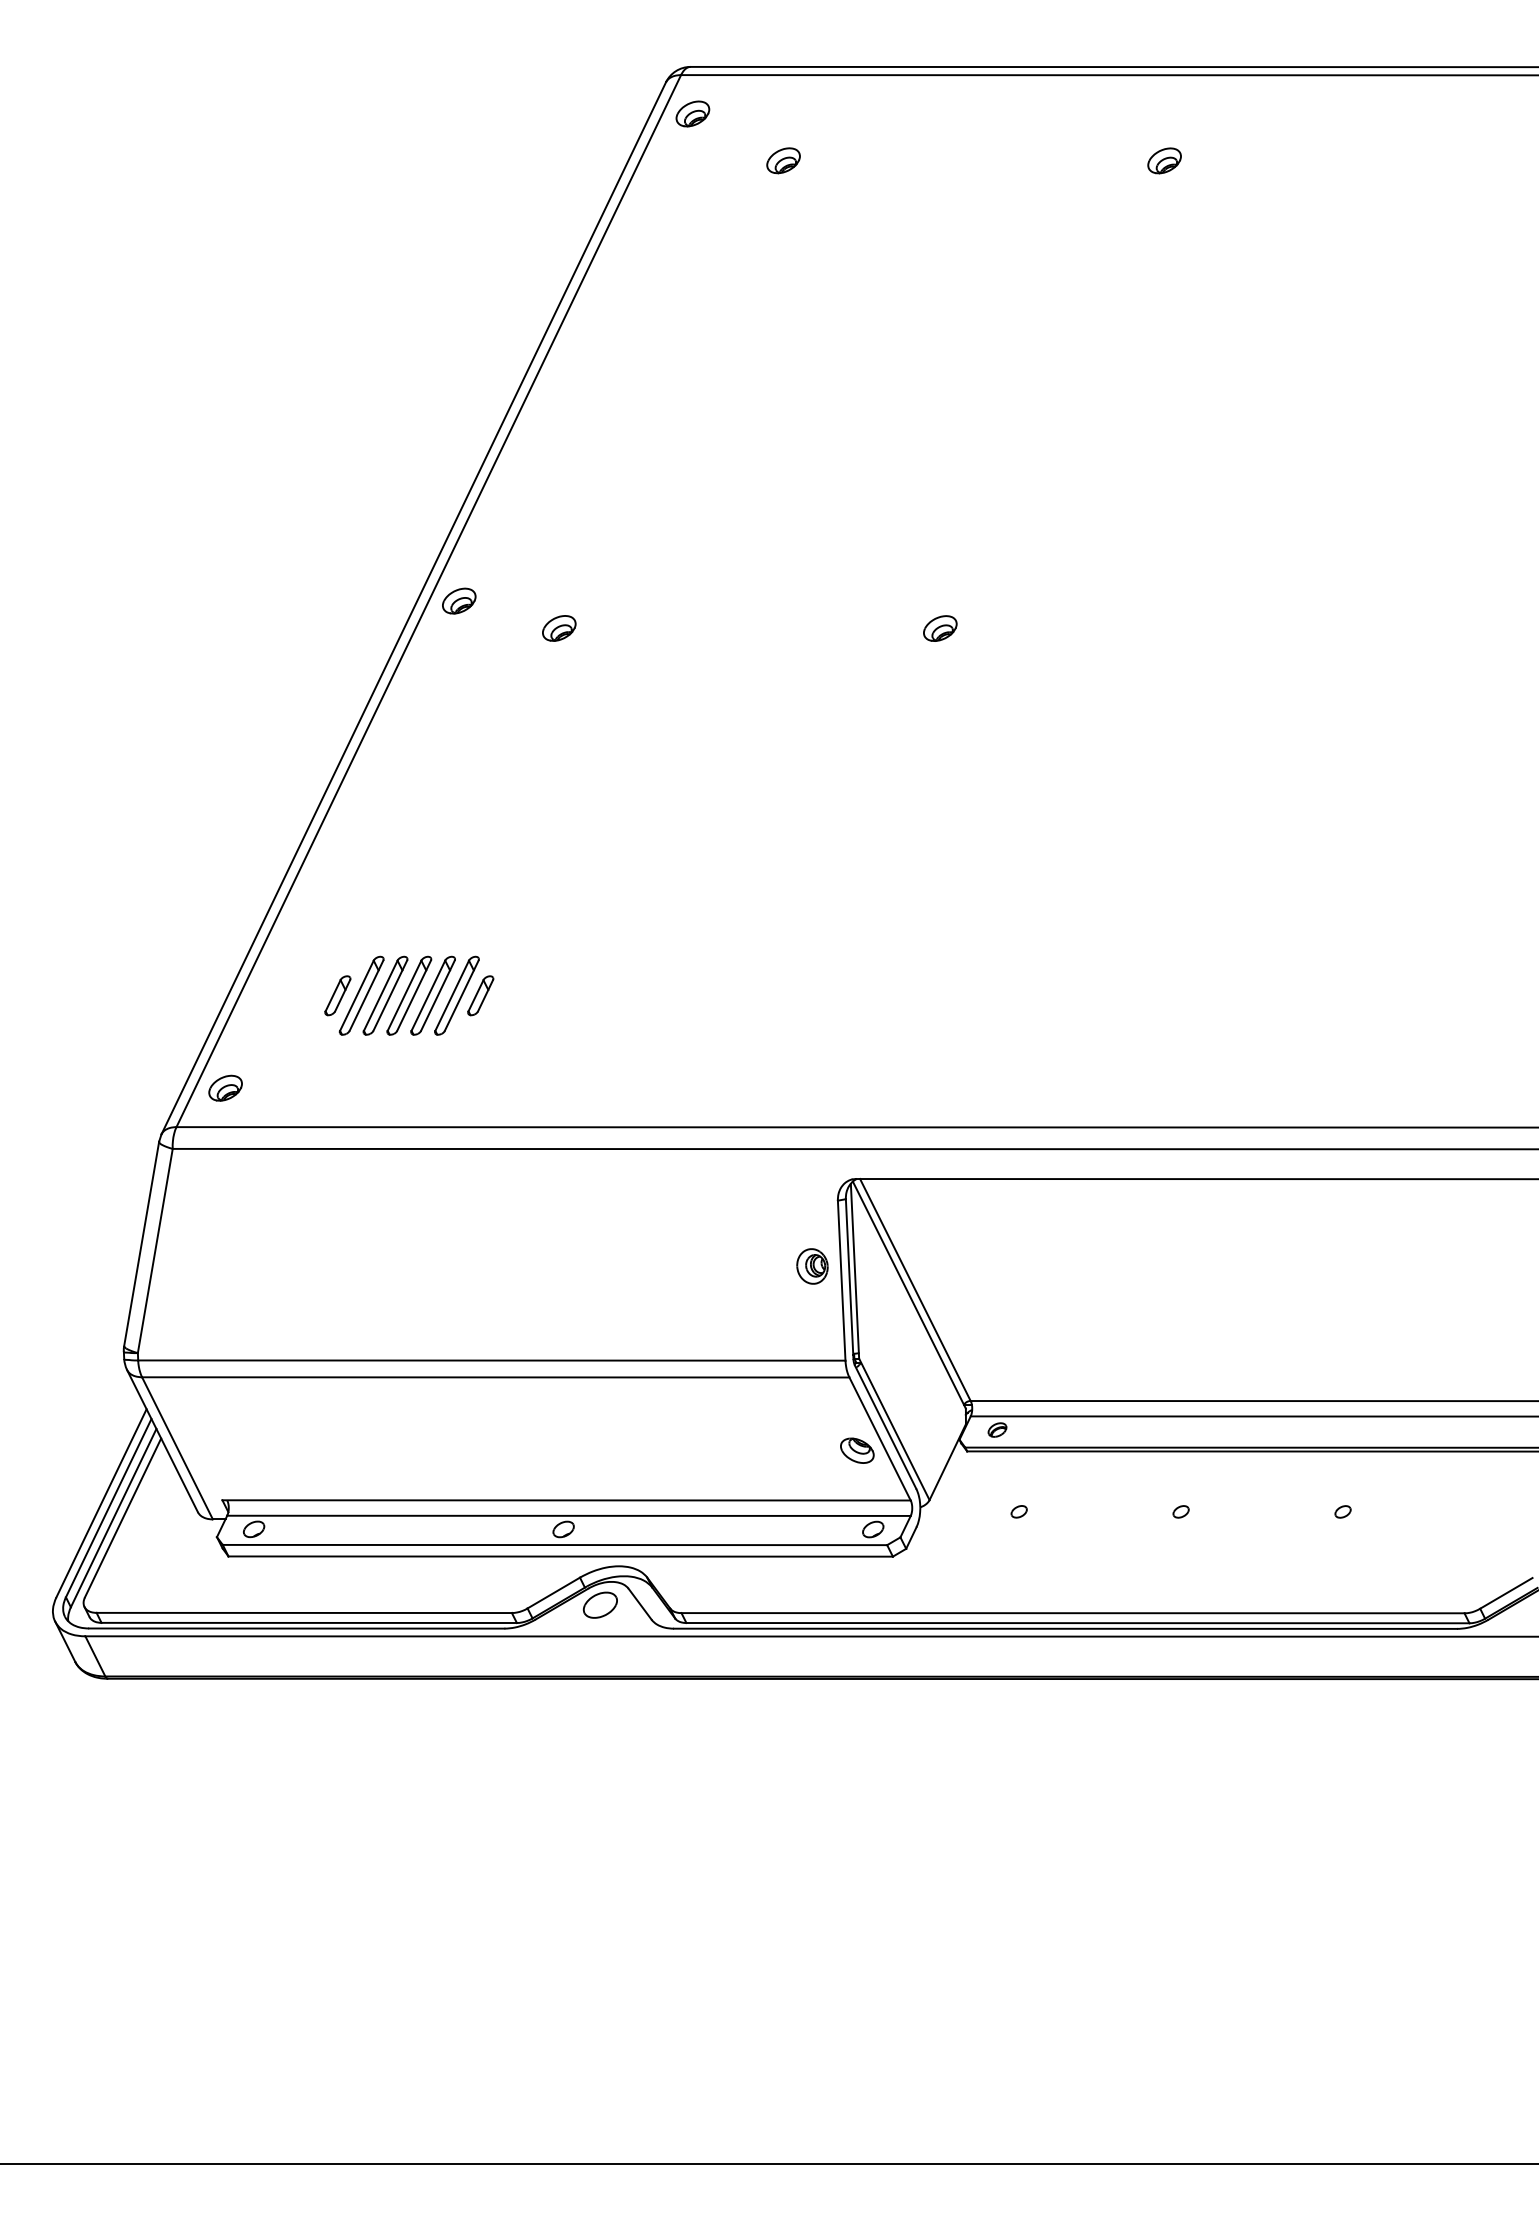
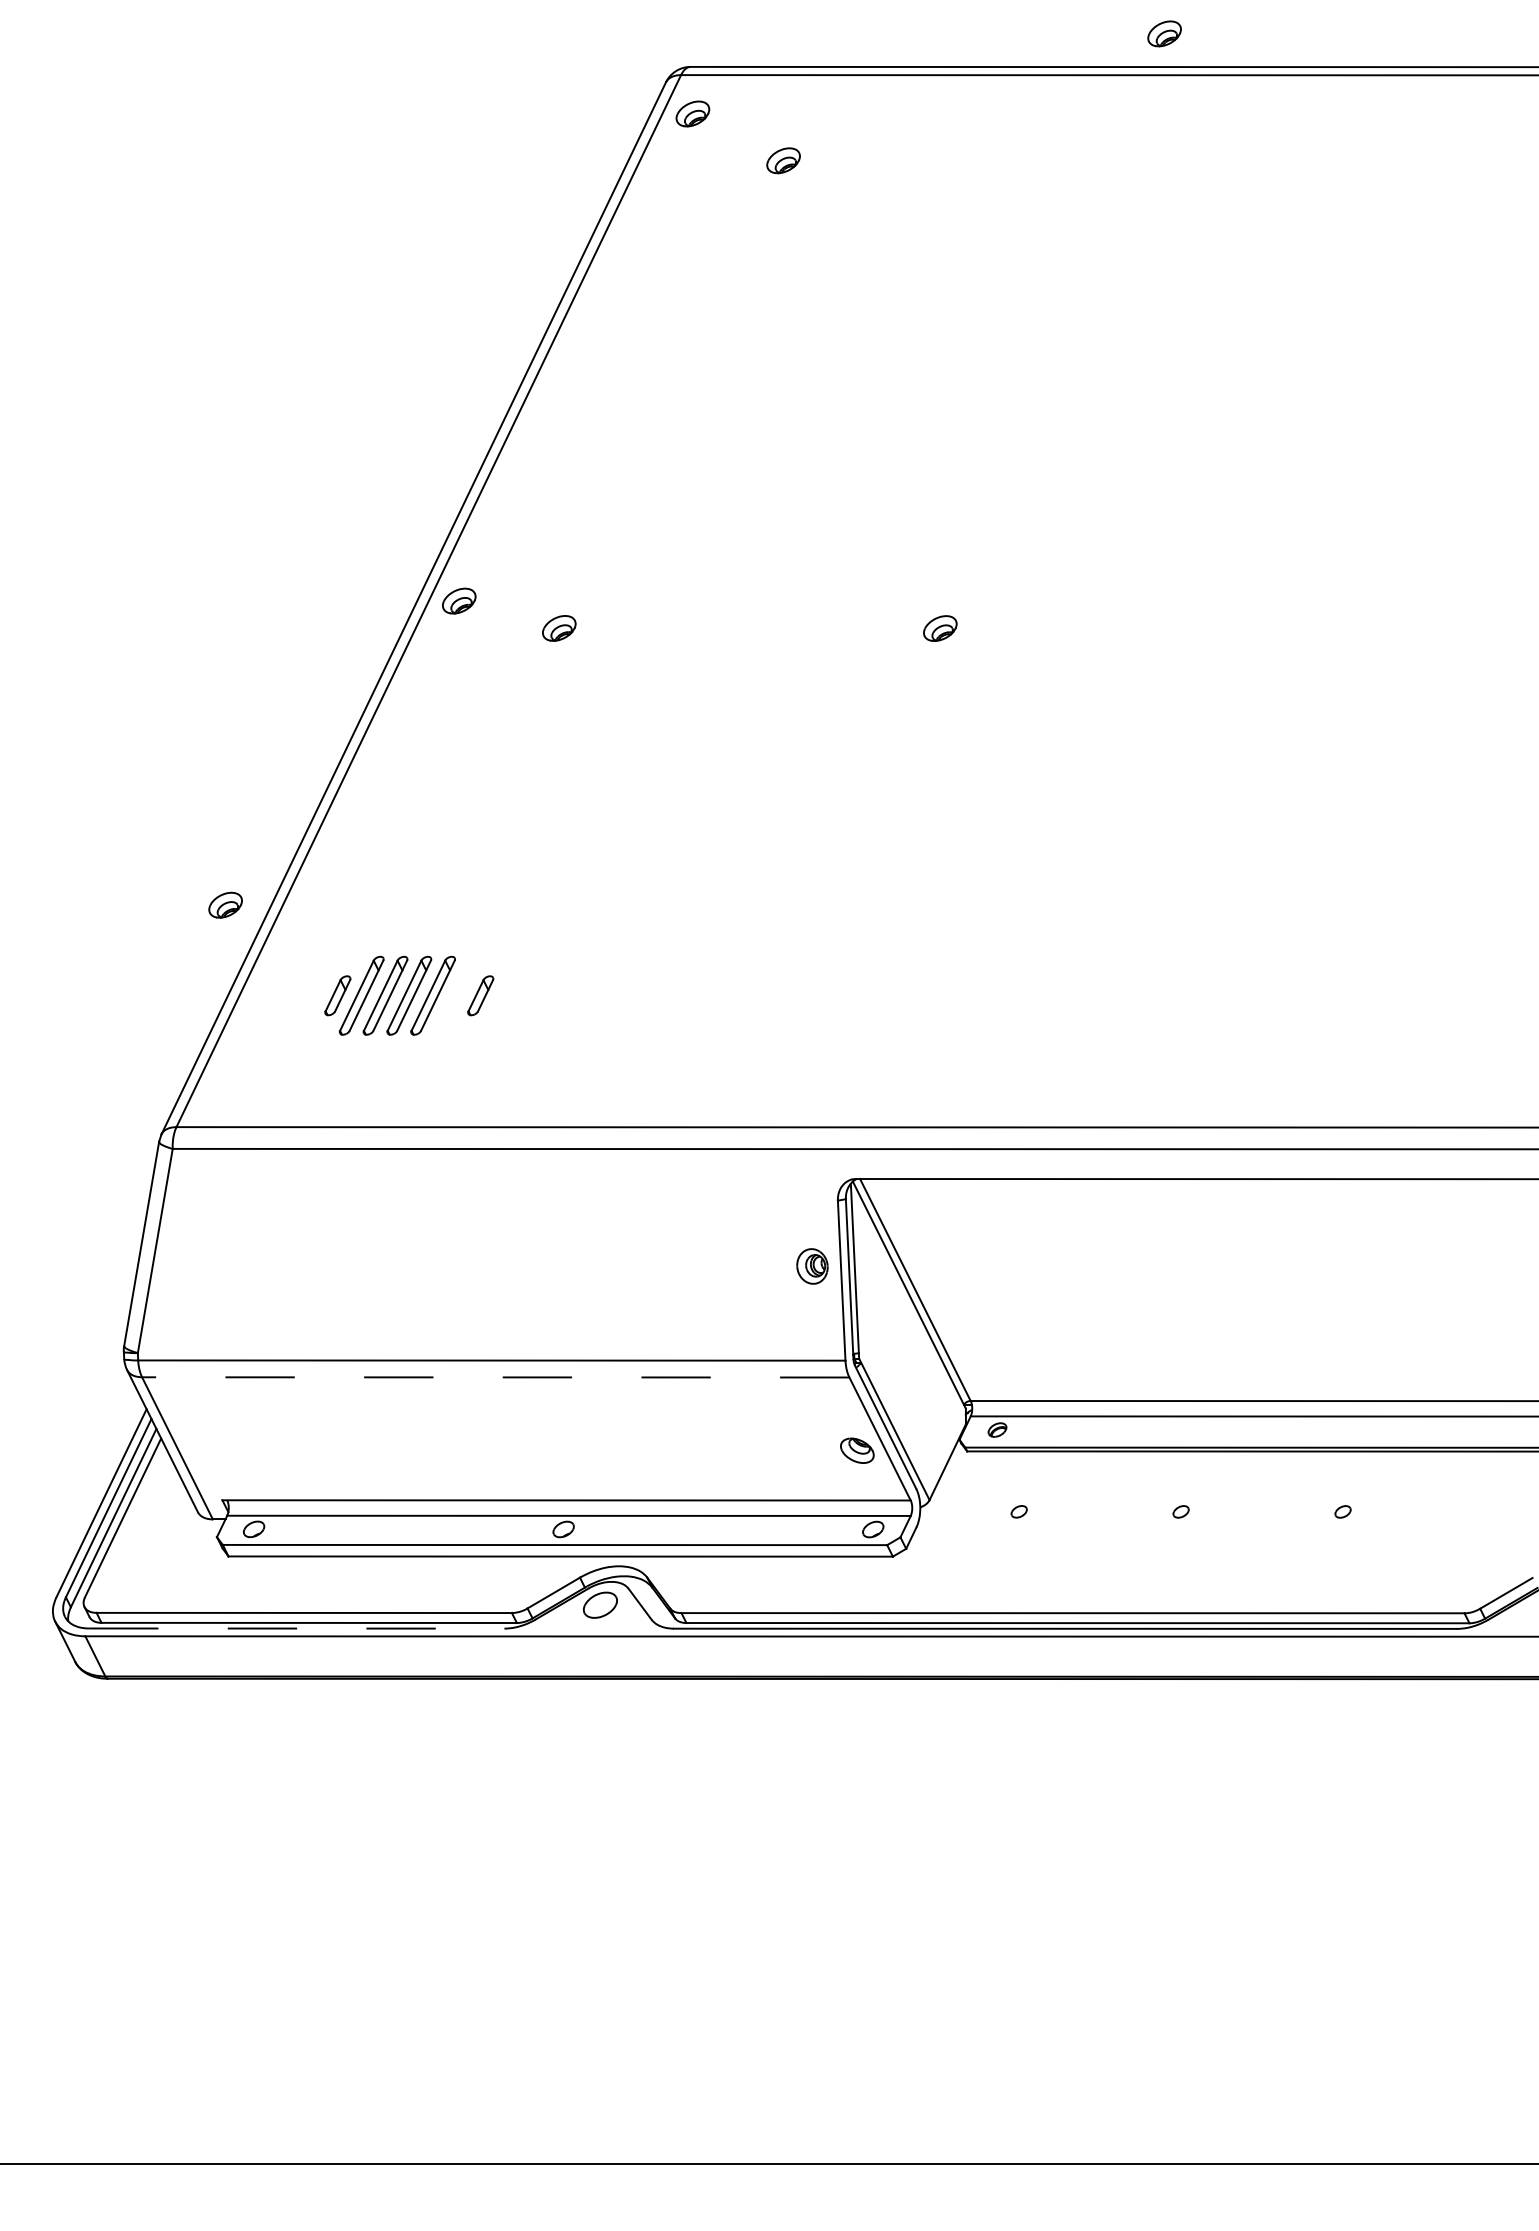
part at (1164, 160) position: (1164, 160) -> (1164, 33)
part at (456, 995): present -> none
part at (225, 1087) position: (225, 1087) -> (225, 904)
line at (495, 1377): solid -> dashed
line at (296, 1628): solid -> dashed
